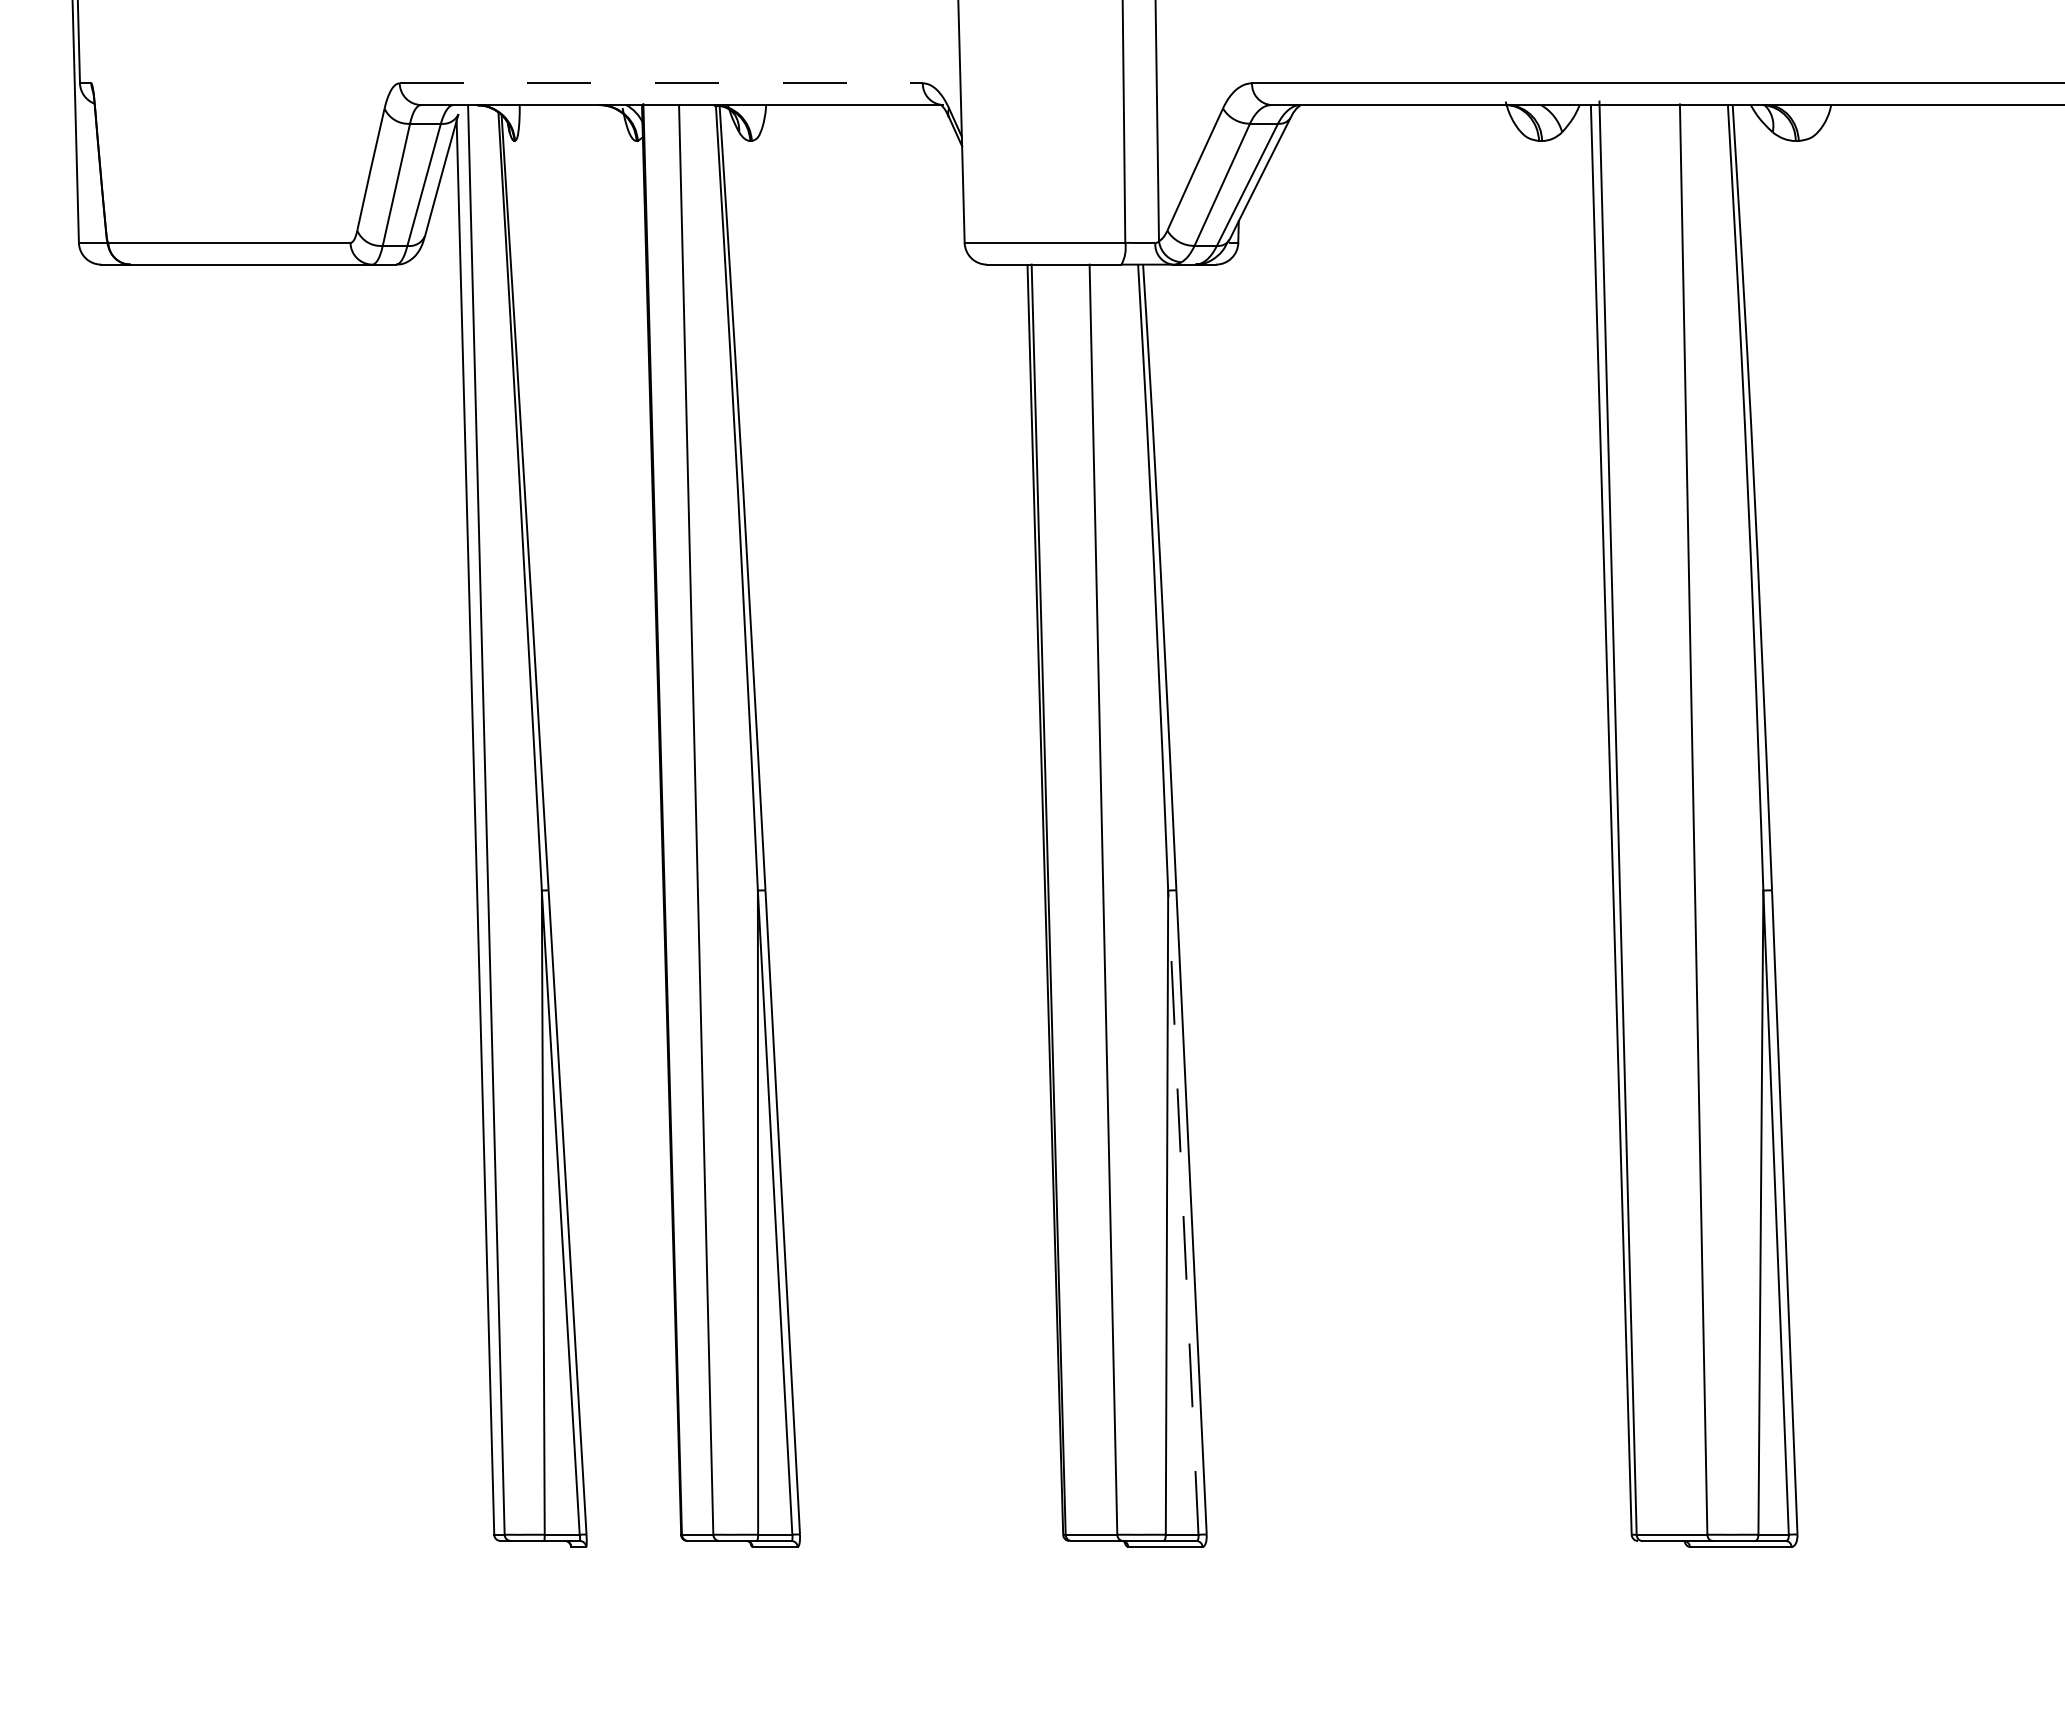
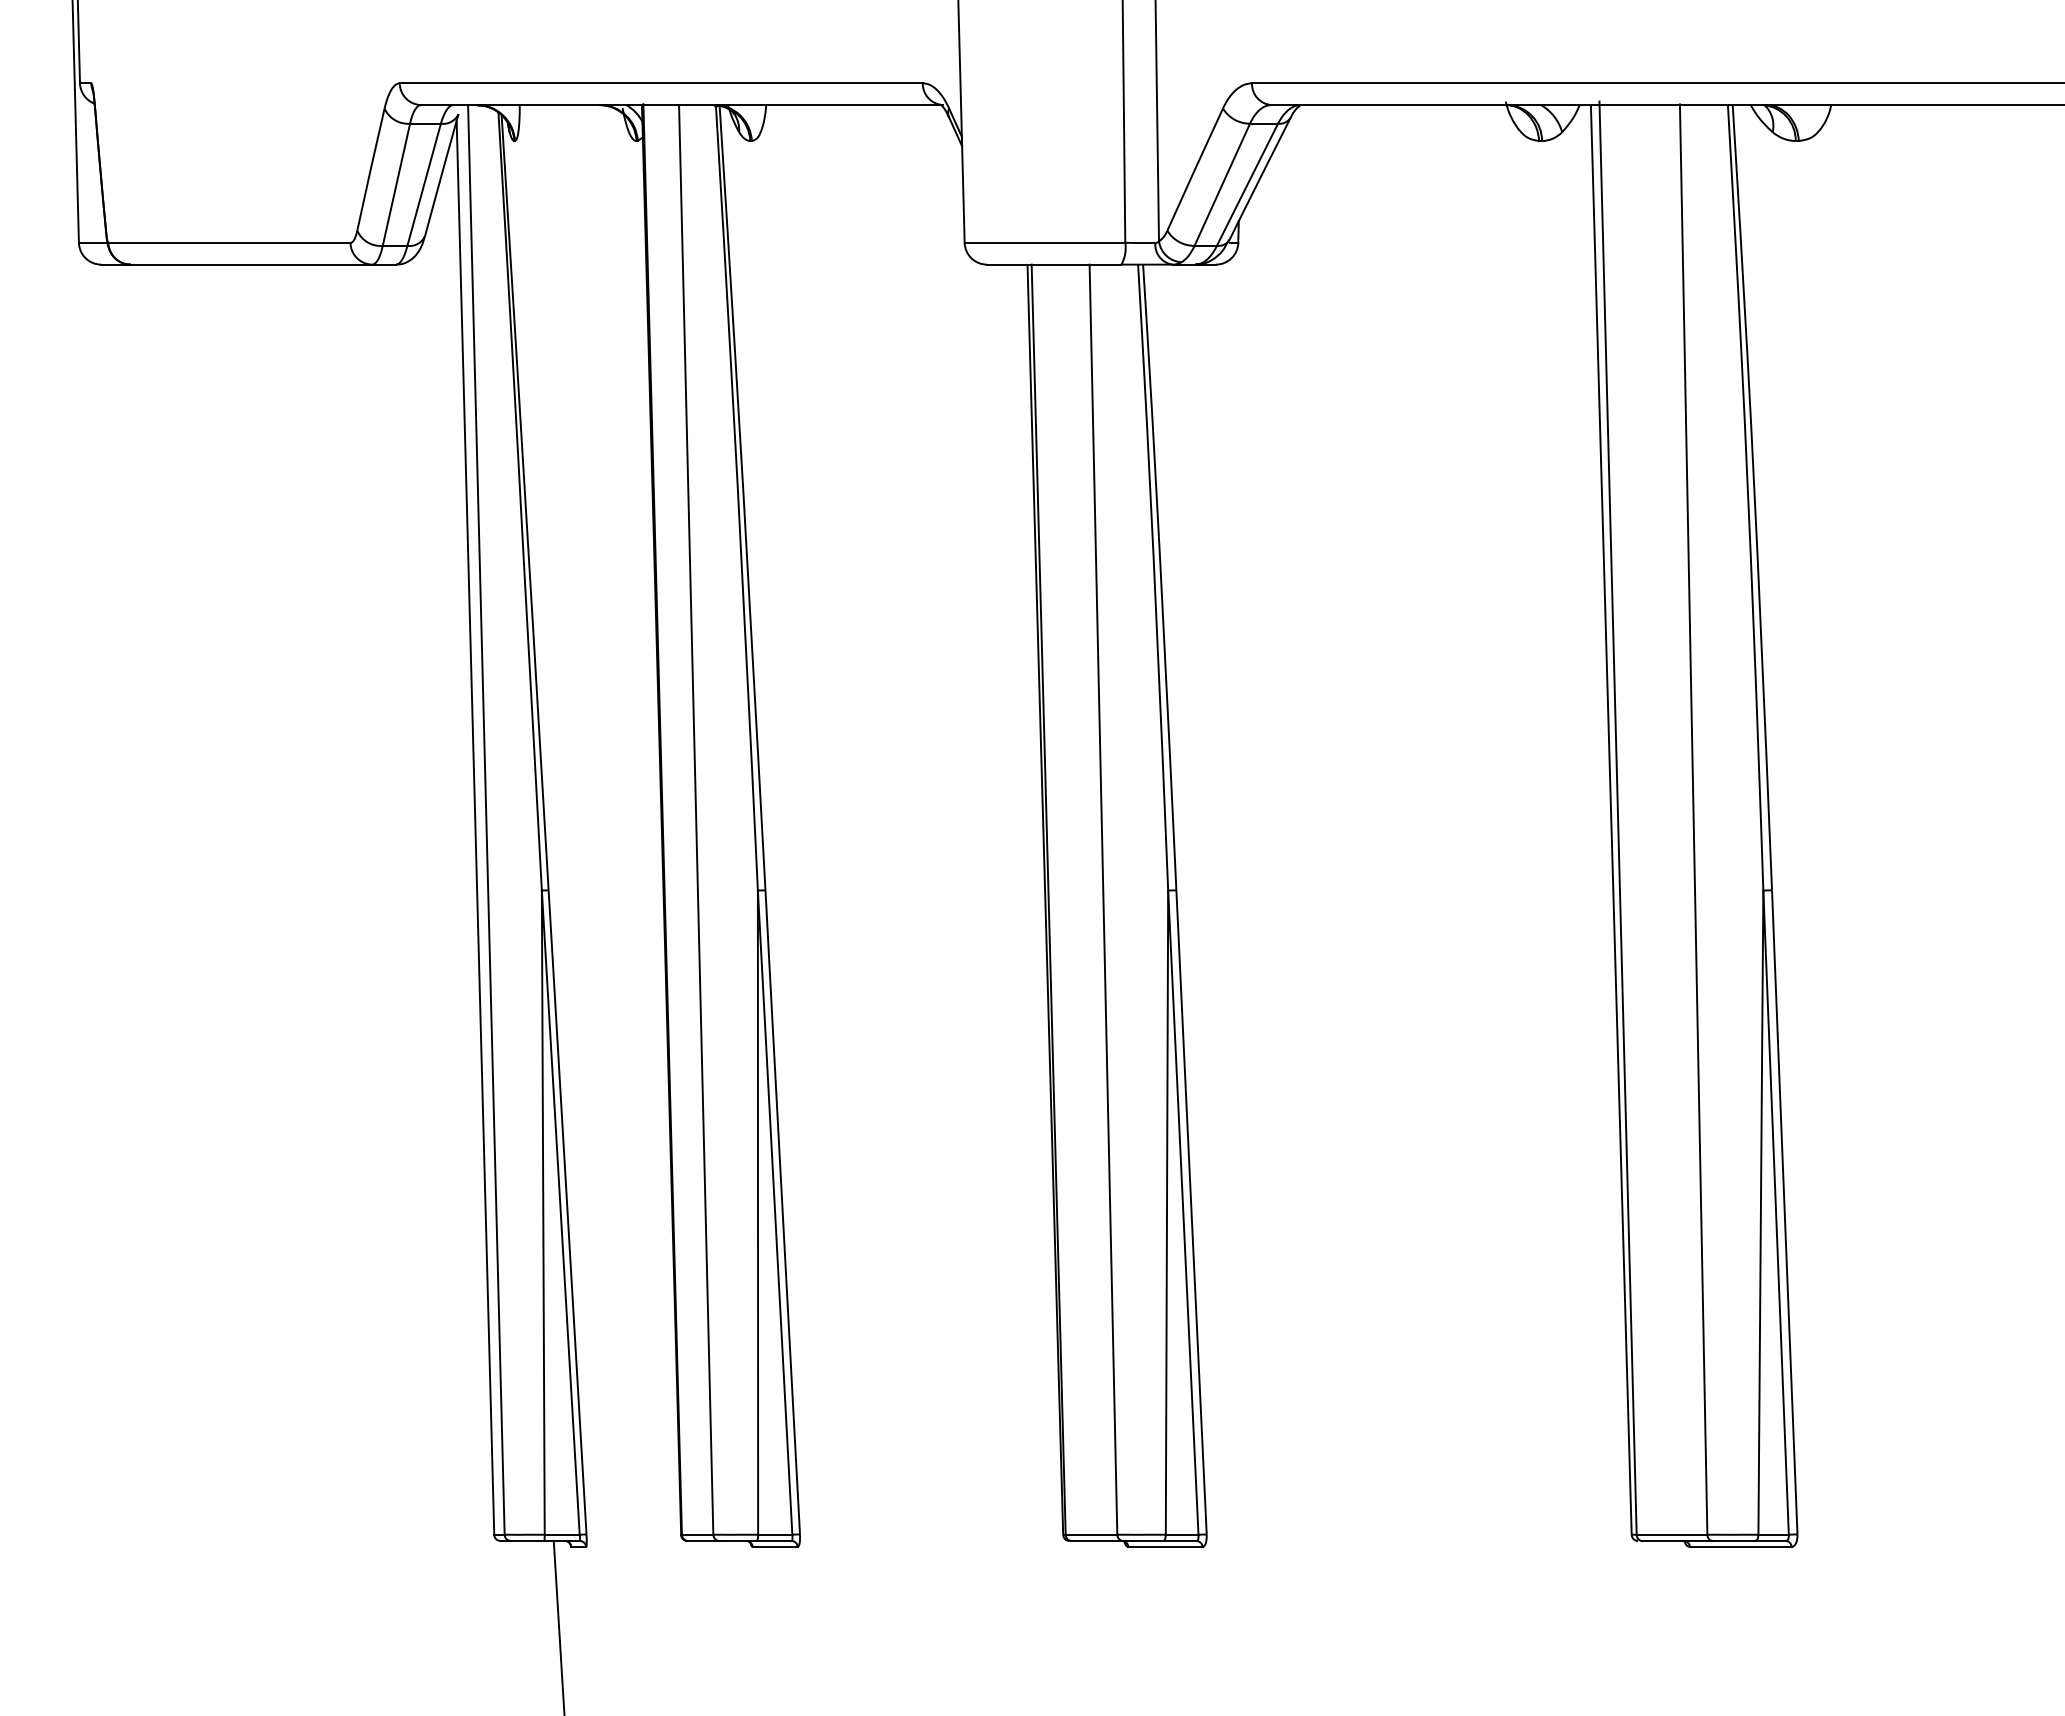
line at (661, 83): dashed -> solid
line at (1183, 1212): dashed -> solid
line at (558, 1626): none -> present
